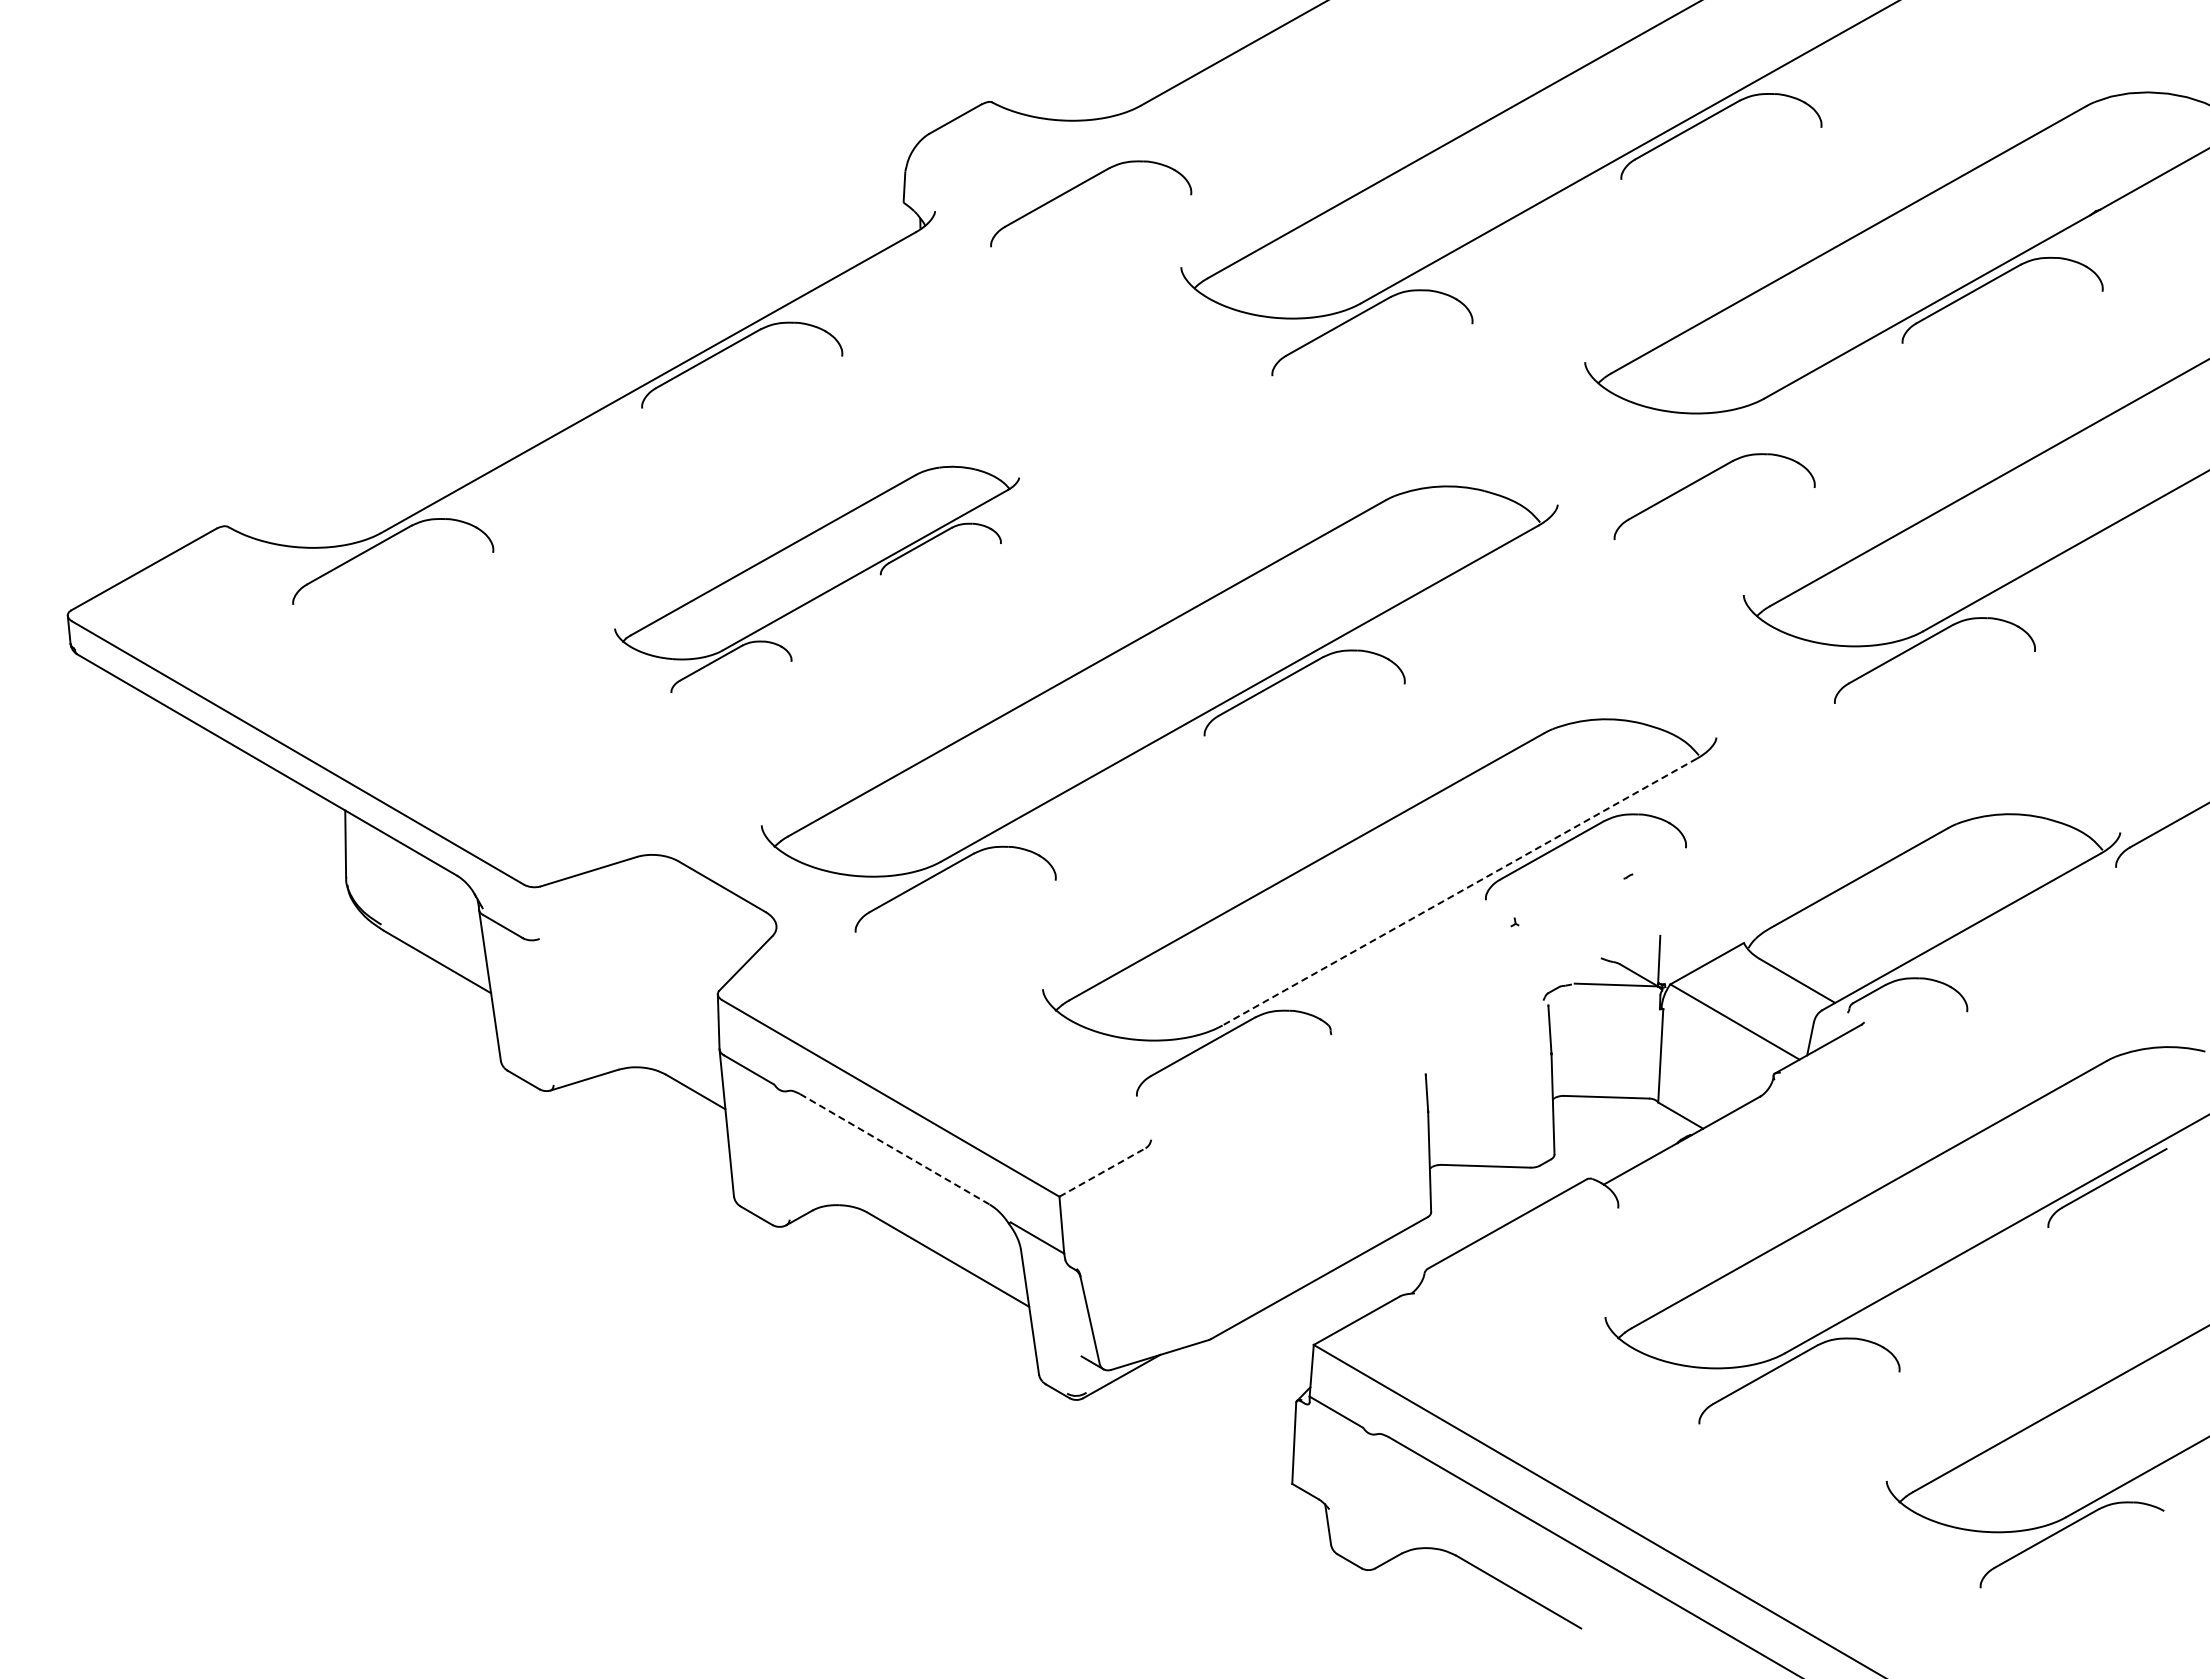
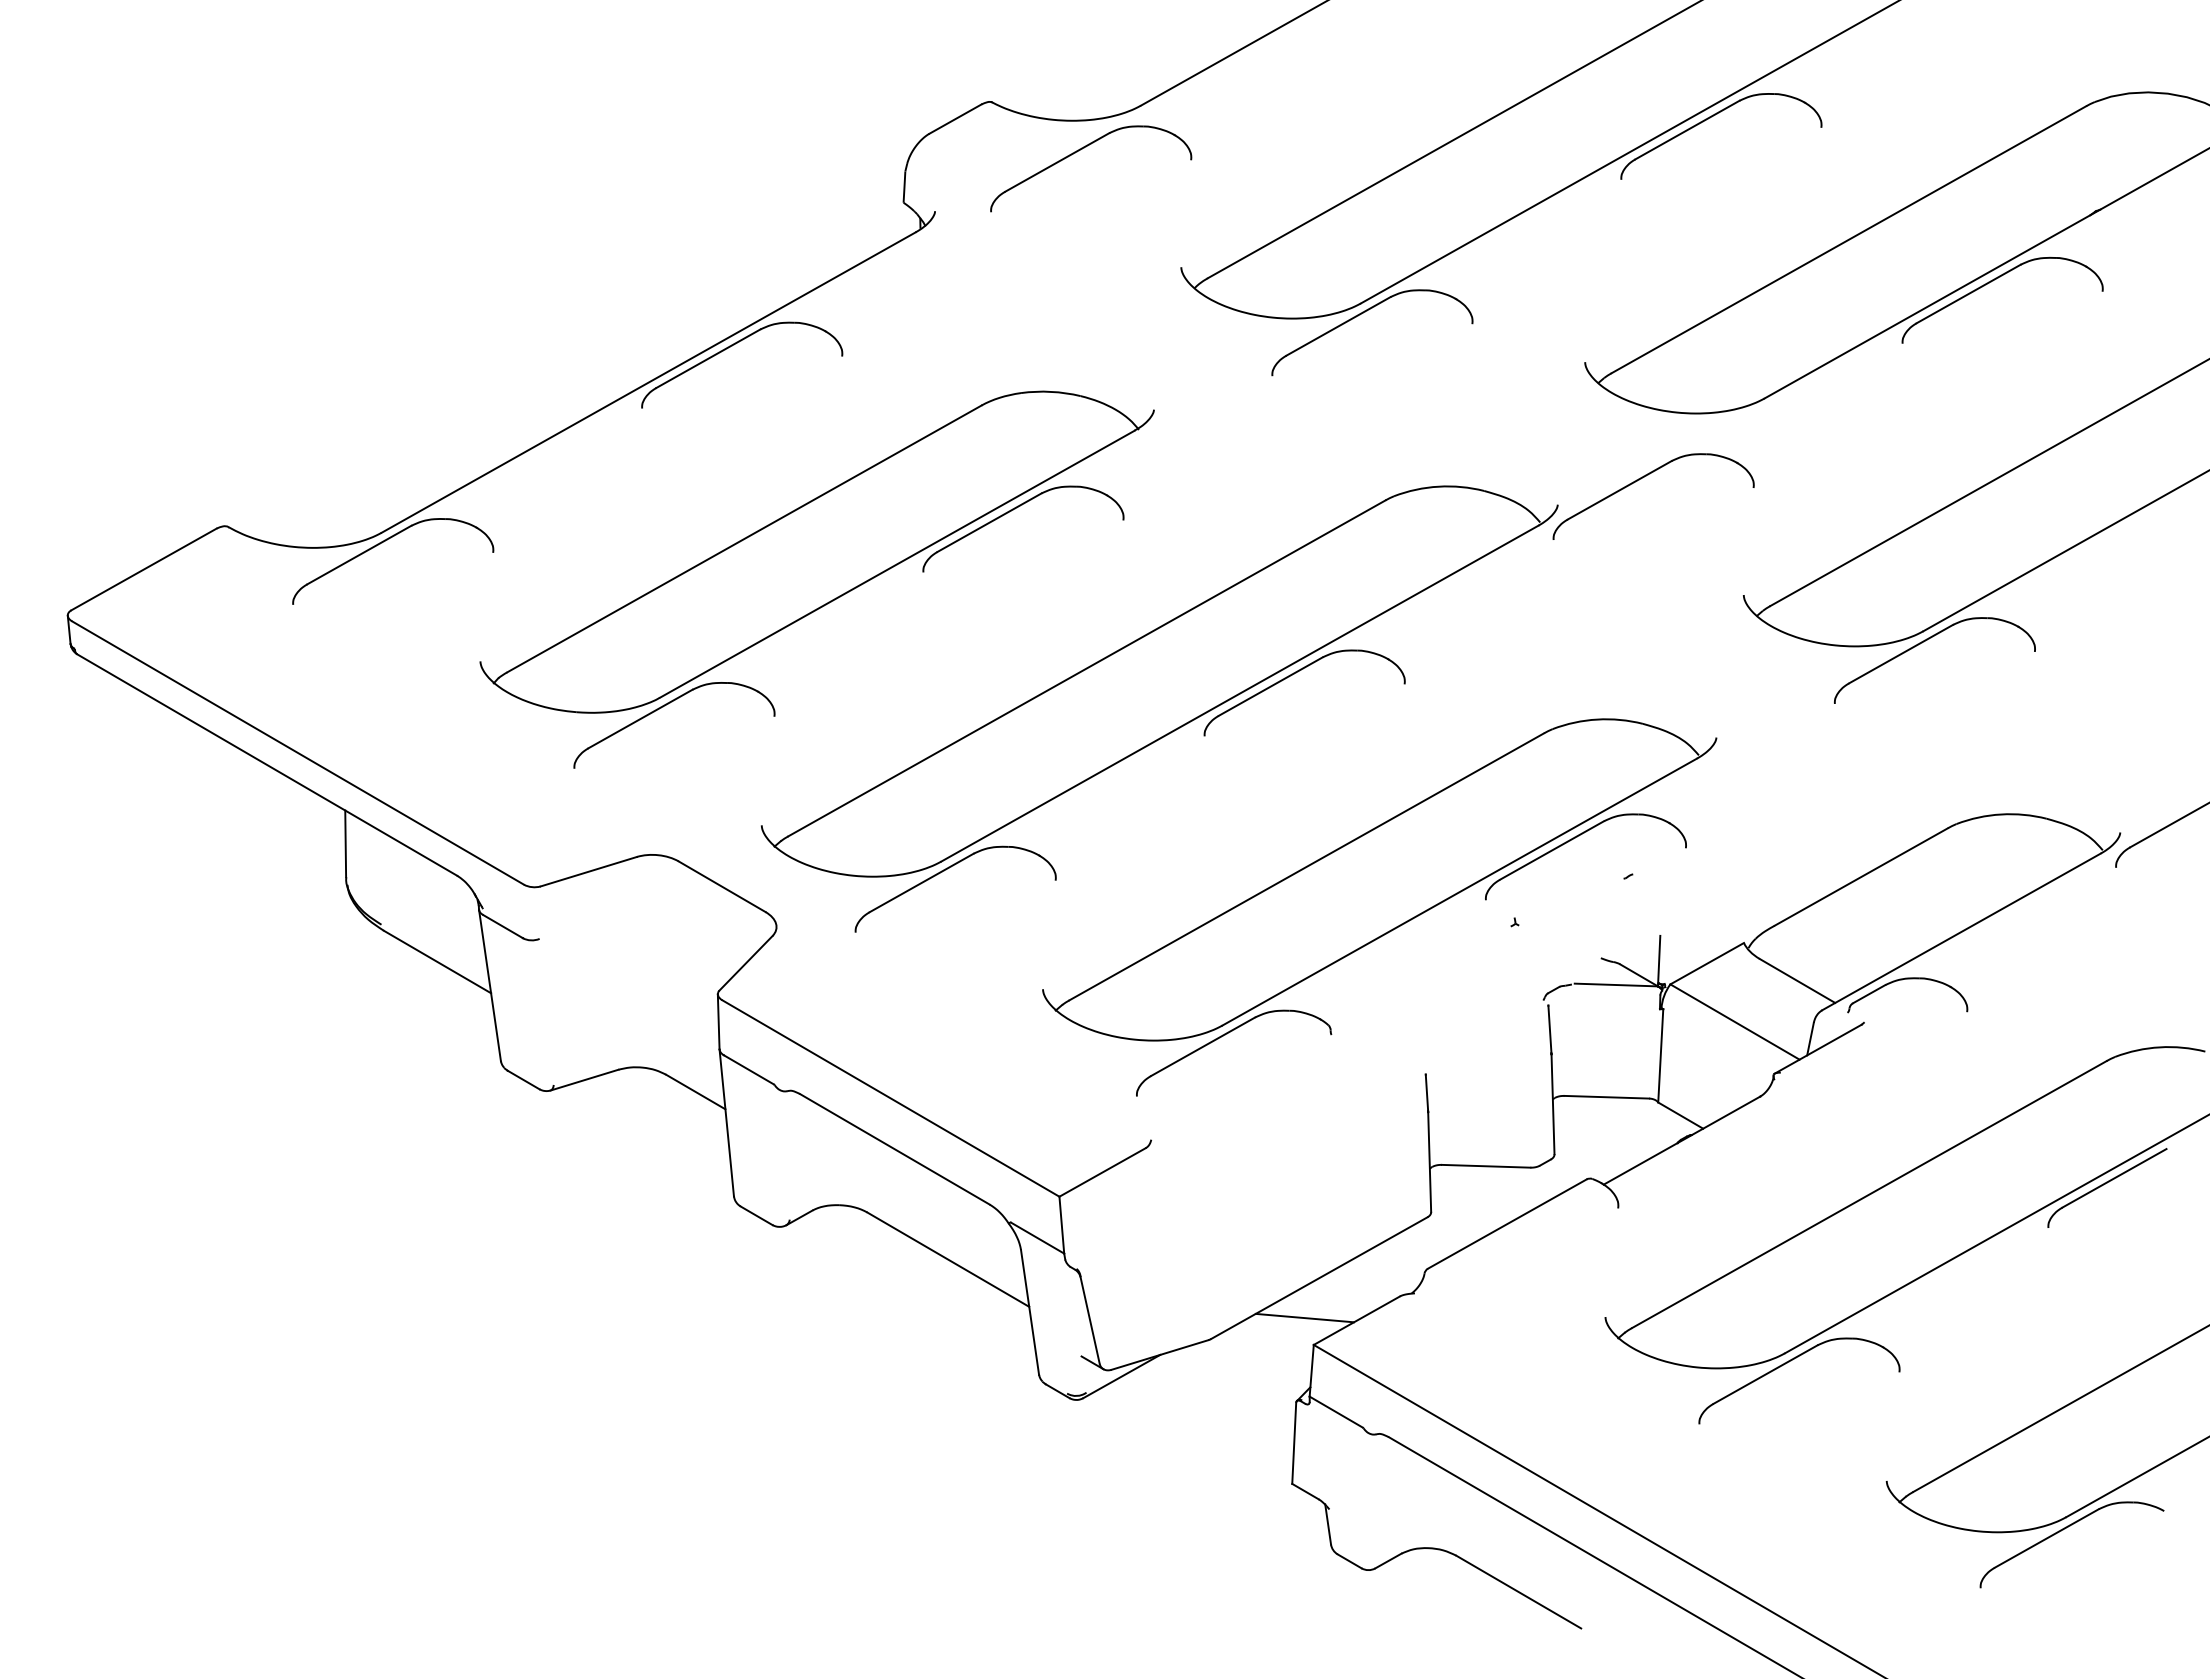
part at (1082, 184) position: (1082, 184) -> (1082, 149)
part at (1702, 479) position: (1702, 479) -> (1641, 479)
part at (816, 578) size: 406x228 px -> 676x379 px
line at (1459, 892): dashed -> solid
line at (894, 1149): dashed -> solid
line at (1102, 1172): dashed -> solid
line at (1304, 1317): none -> present
